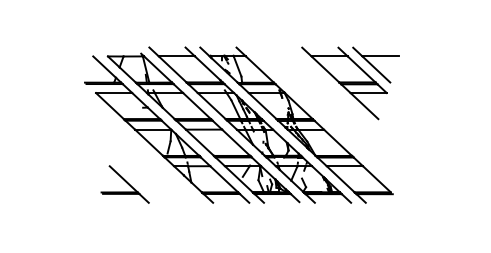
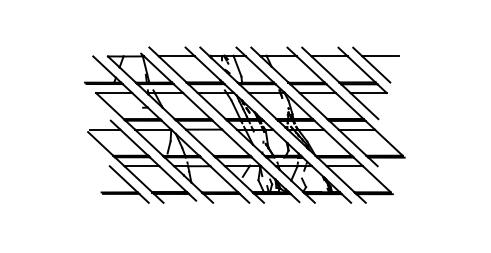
part at (327, 106): none -> present
part at (142, 161): none -> present
